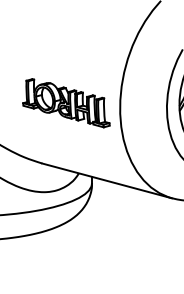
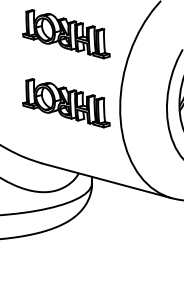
part at (66, 34): none -> present
